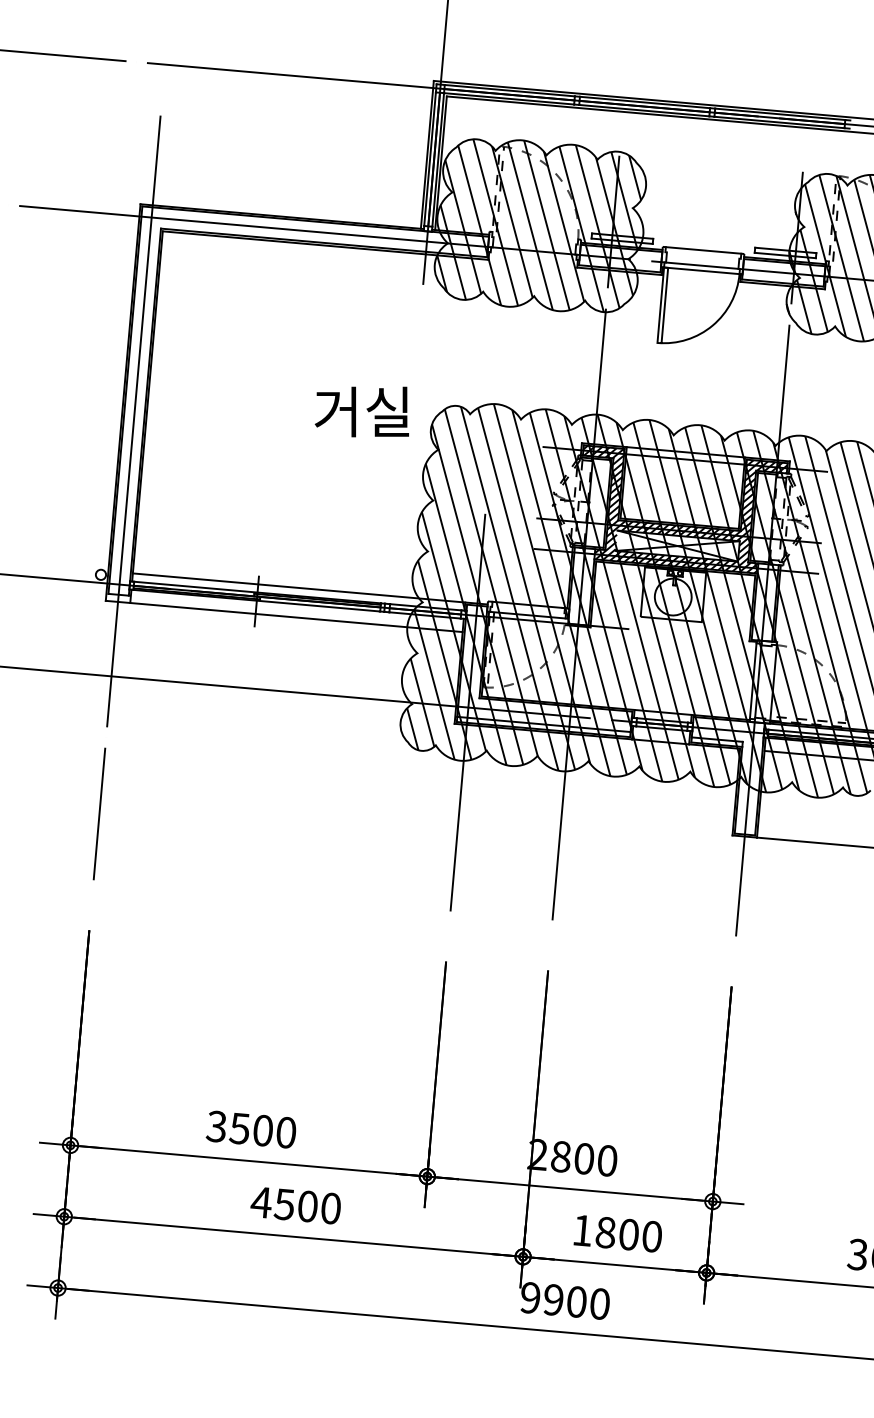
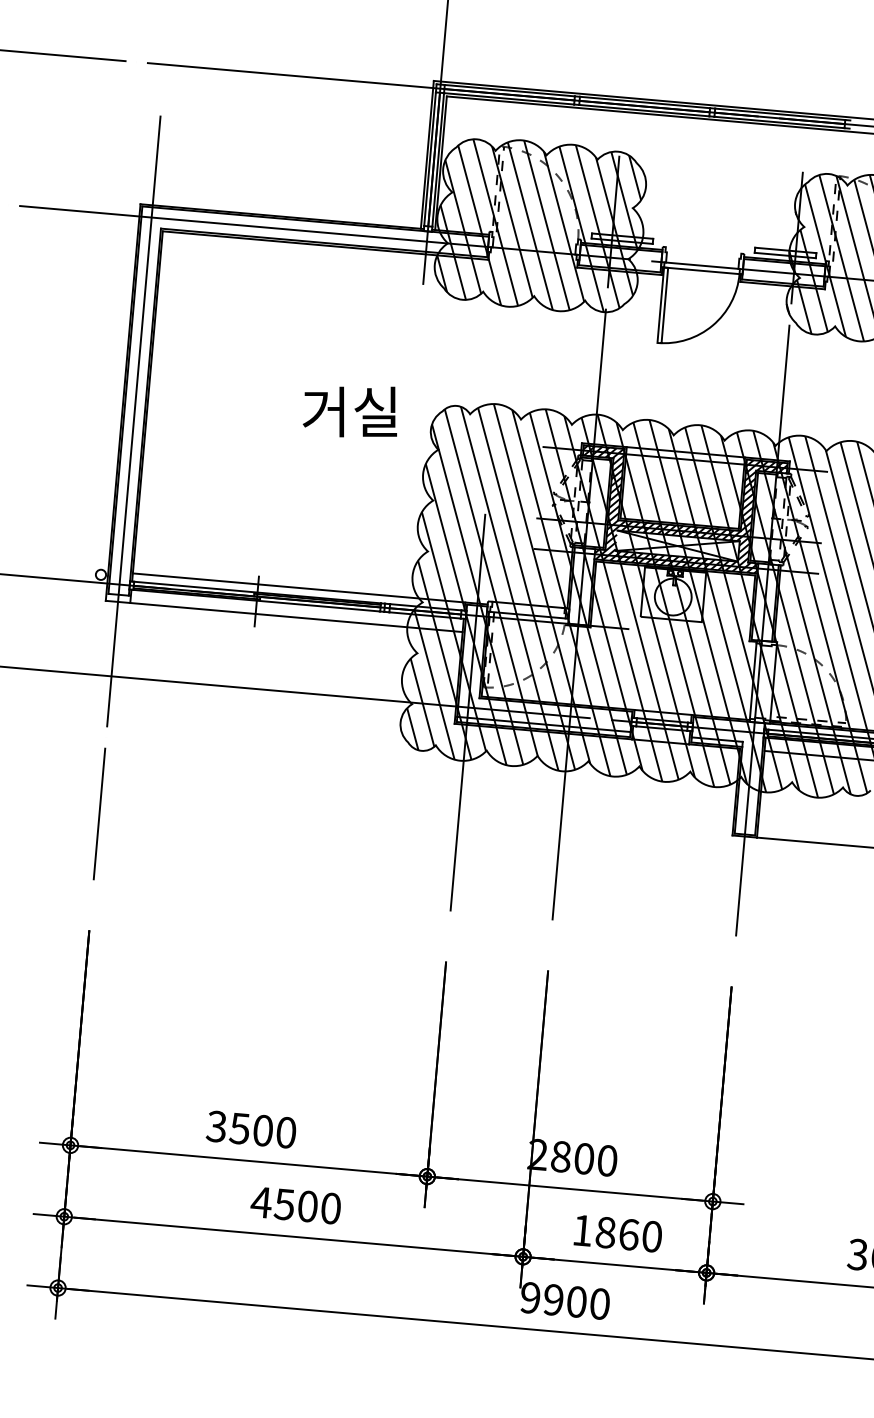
line at (703, 250): present -> none
text at (361, 411) position: (361, 411) -> (349, 411)
text at (629, 1234): 1800 -> 1860
